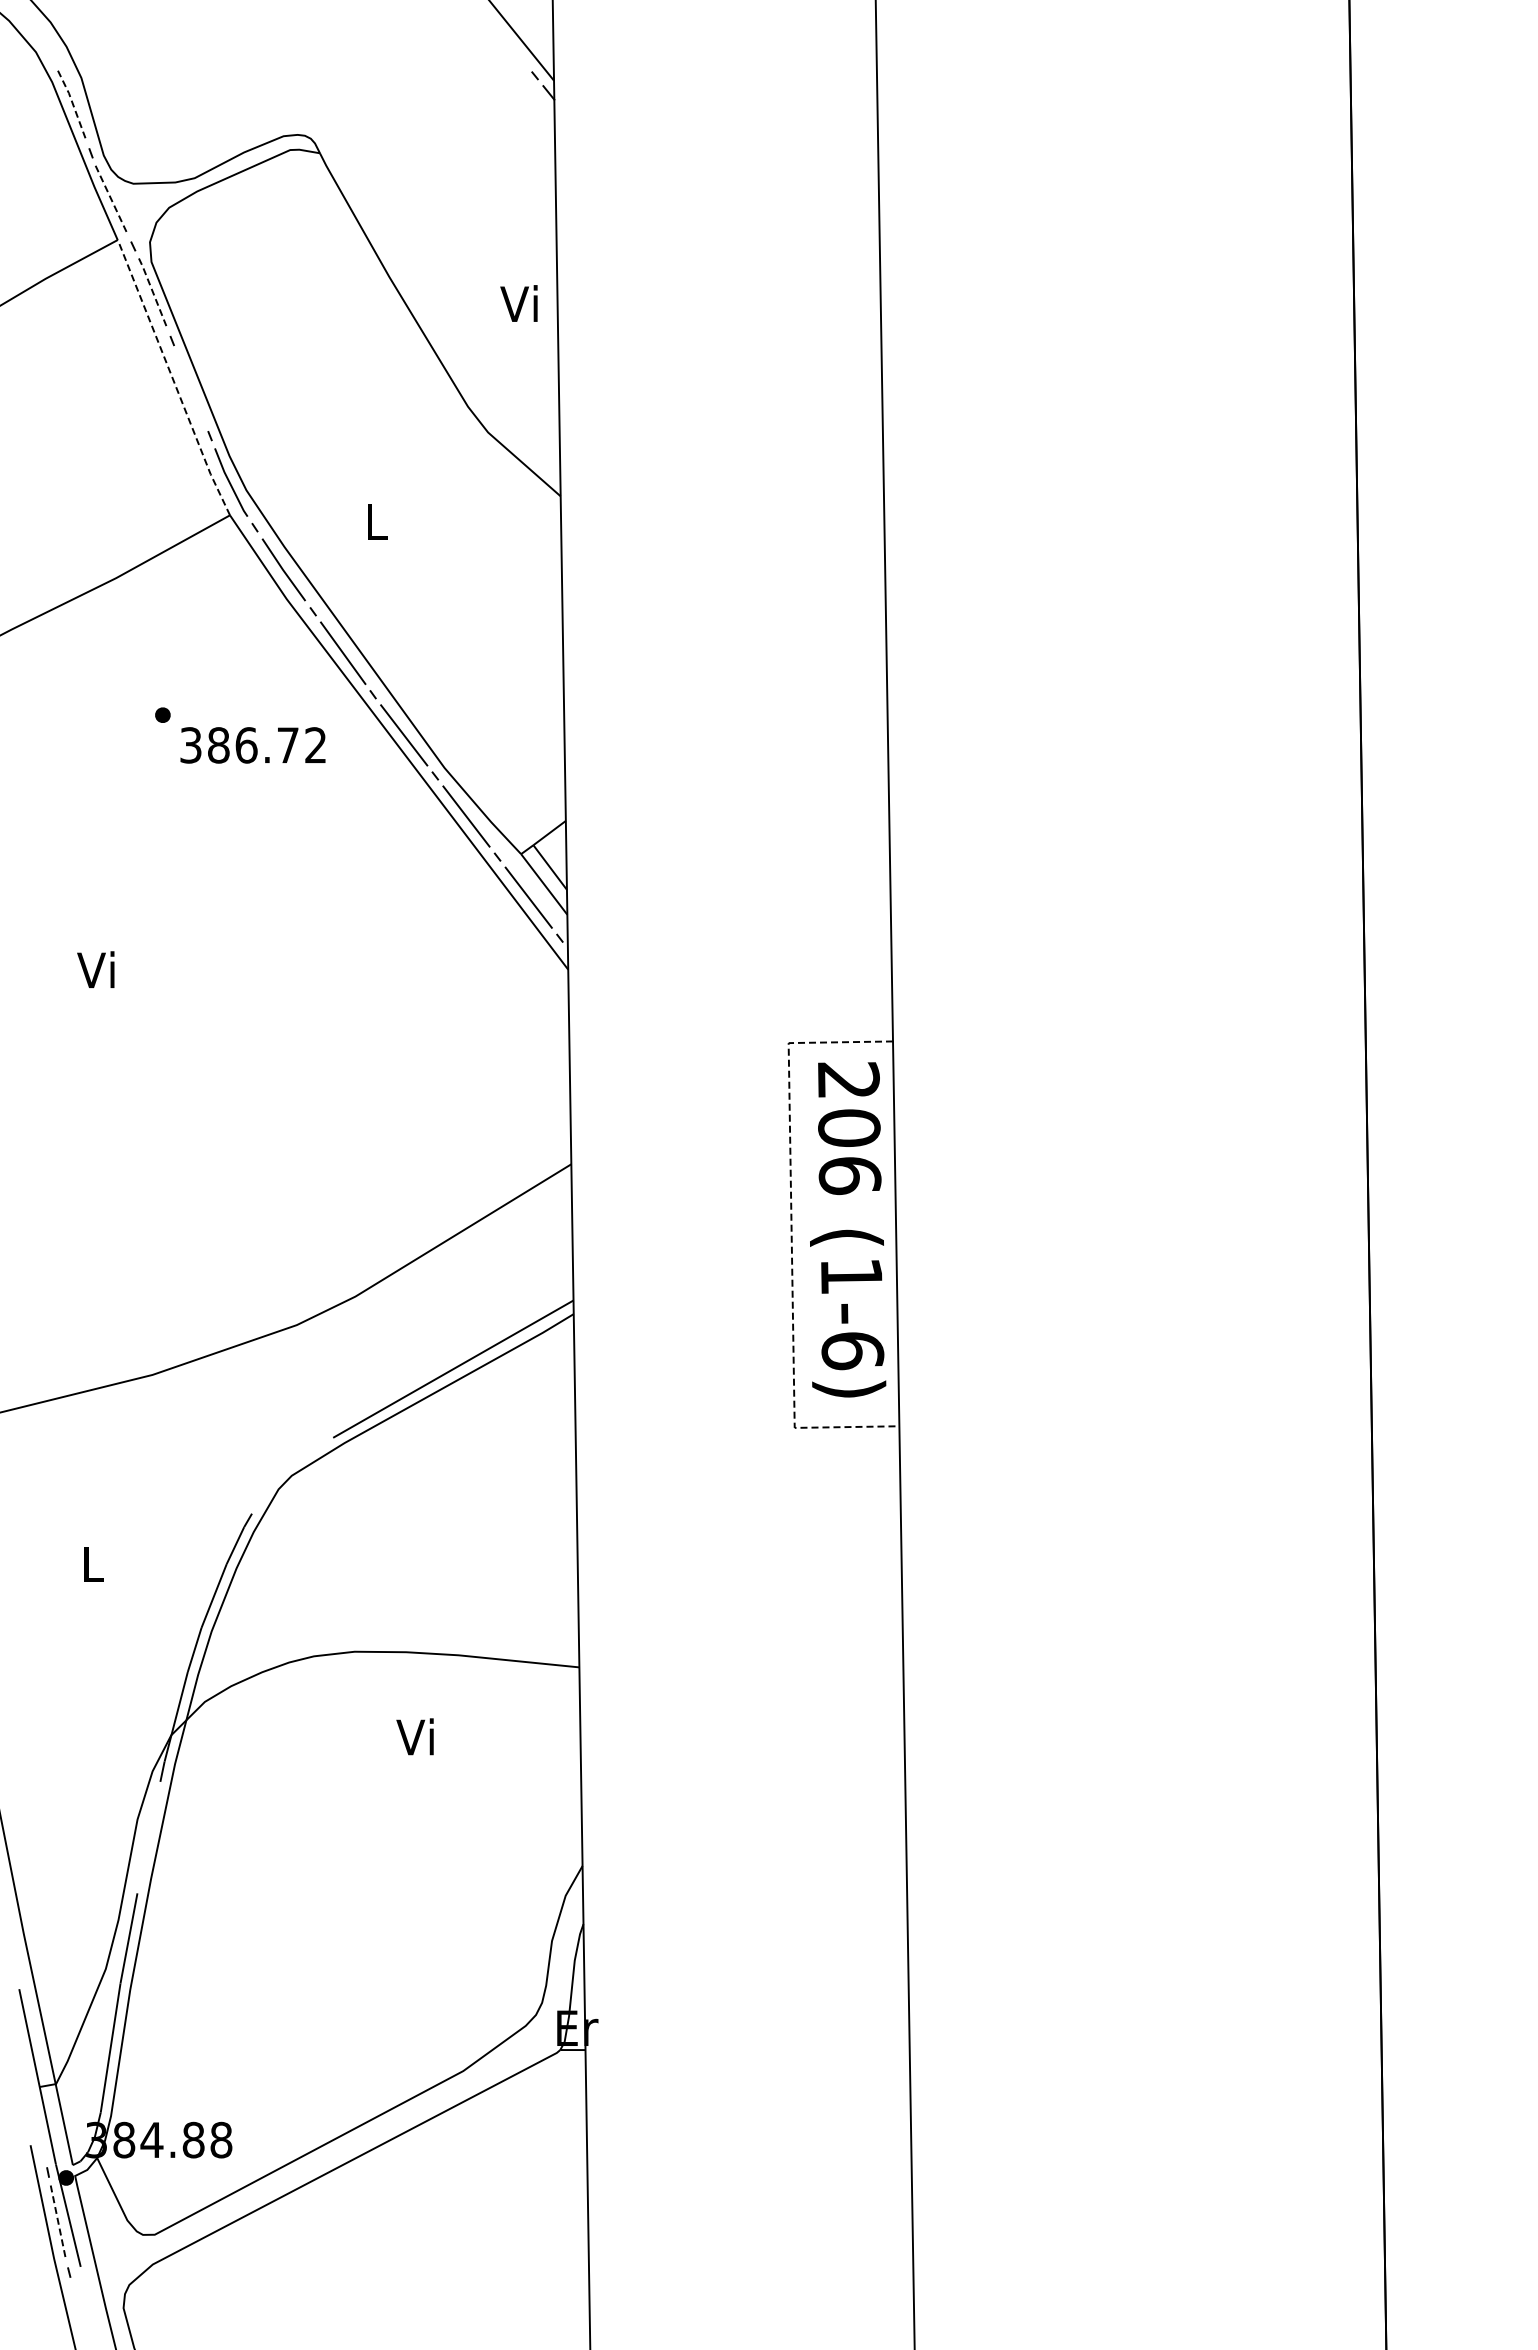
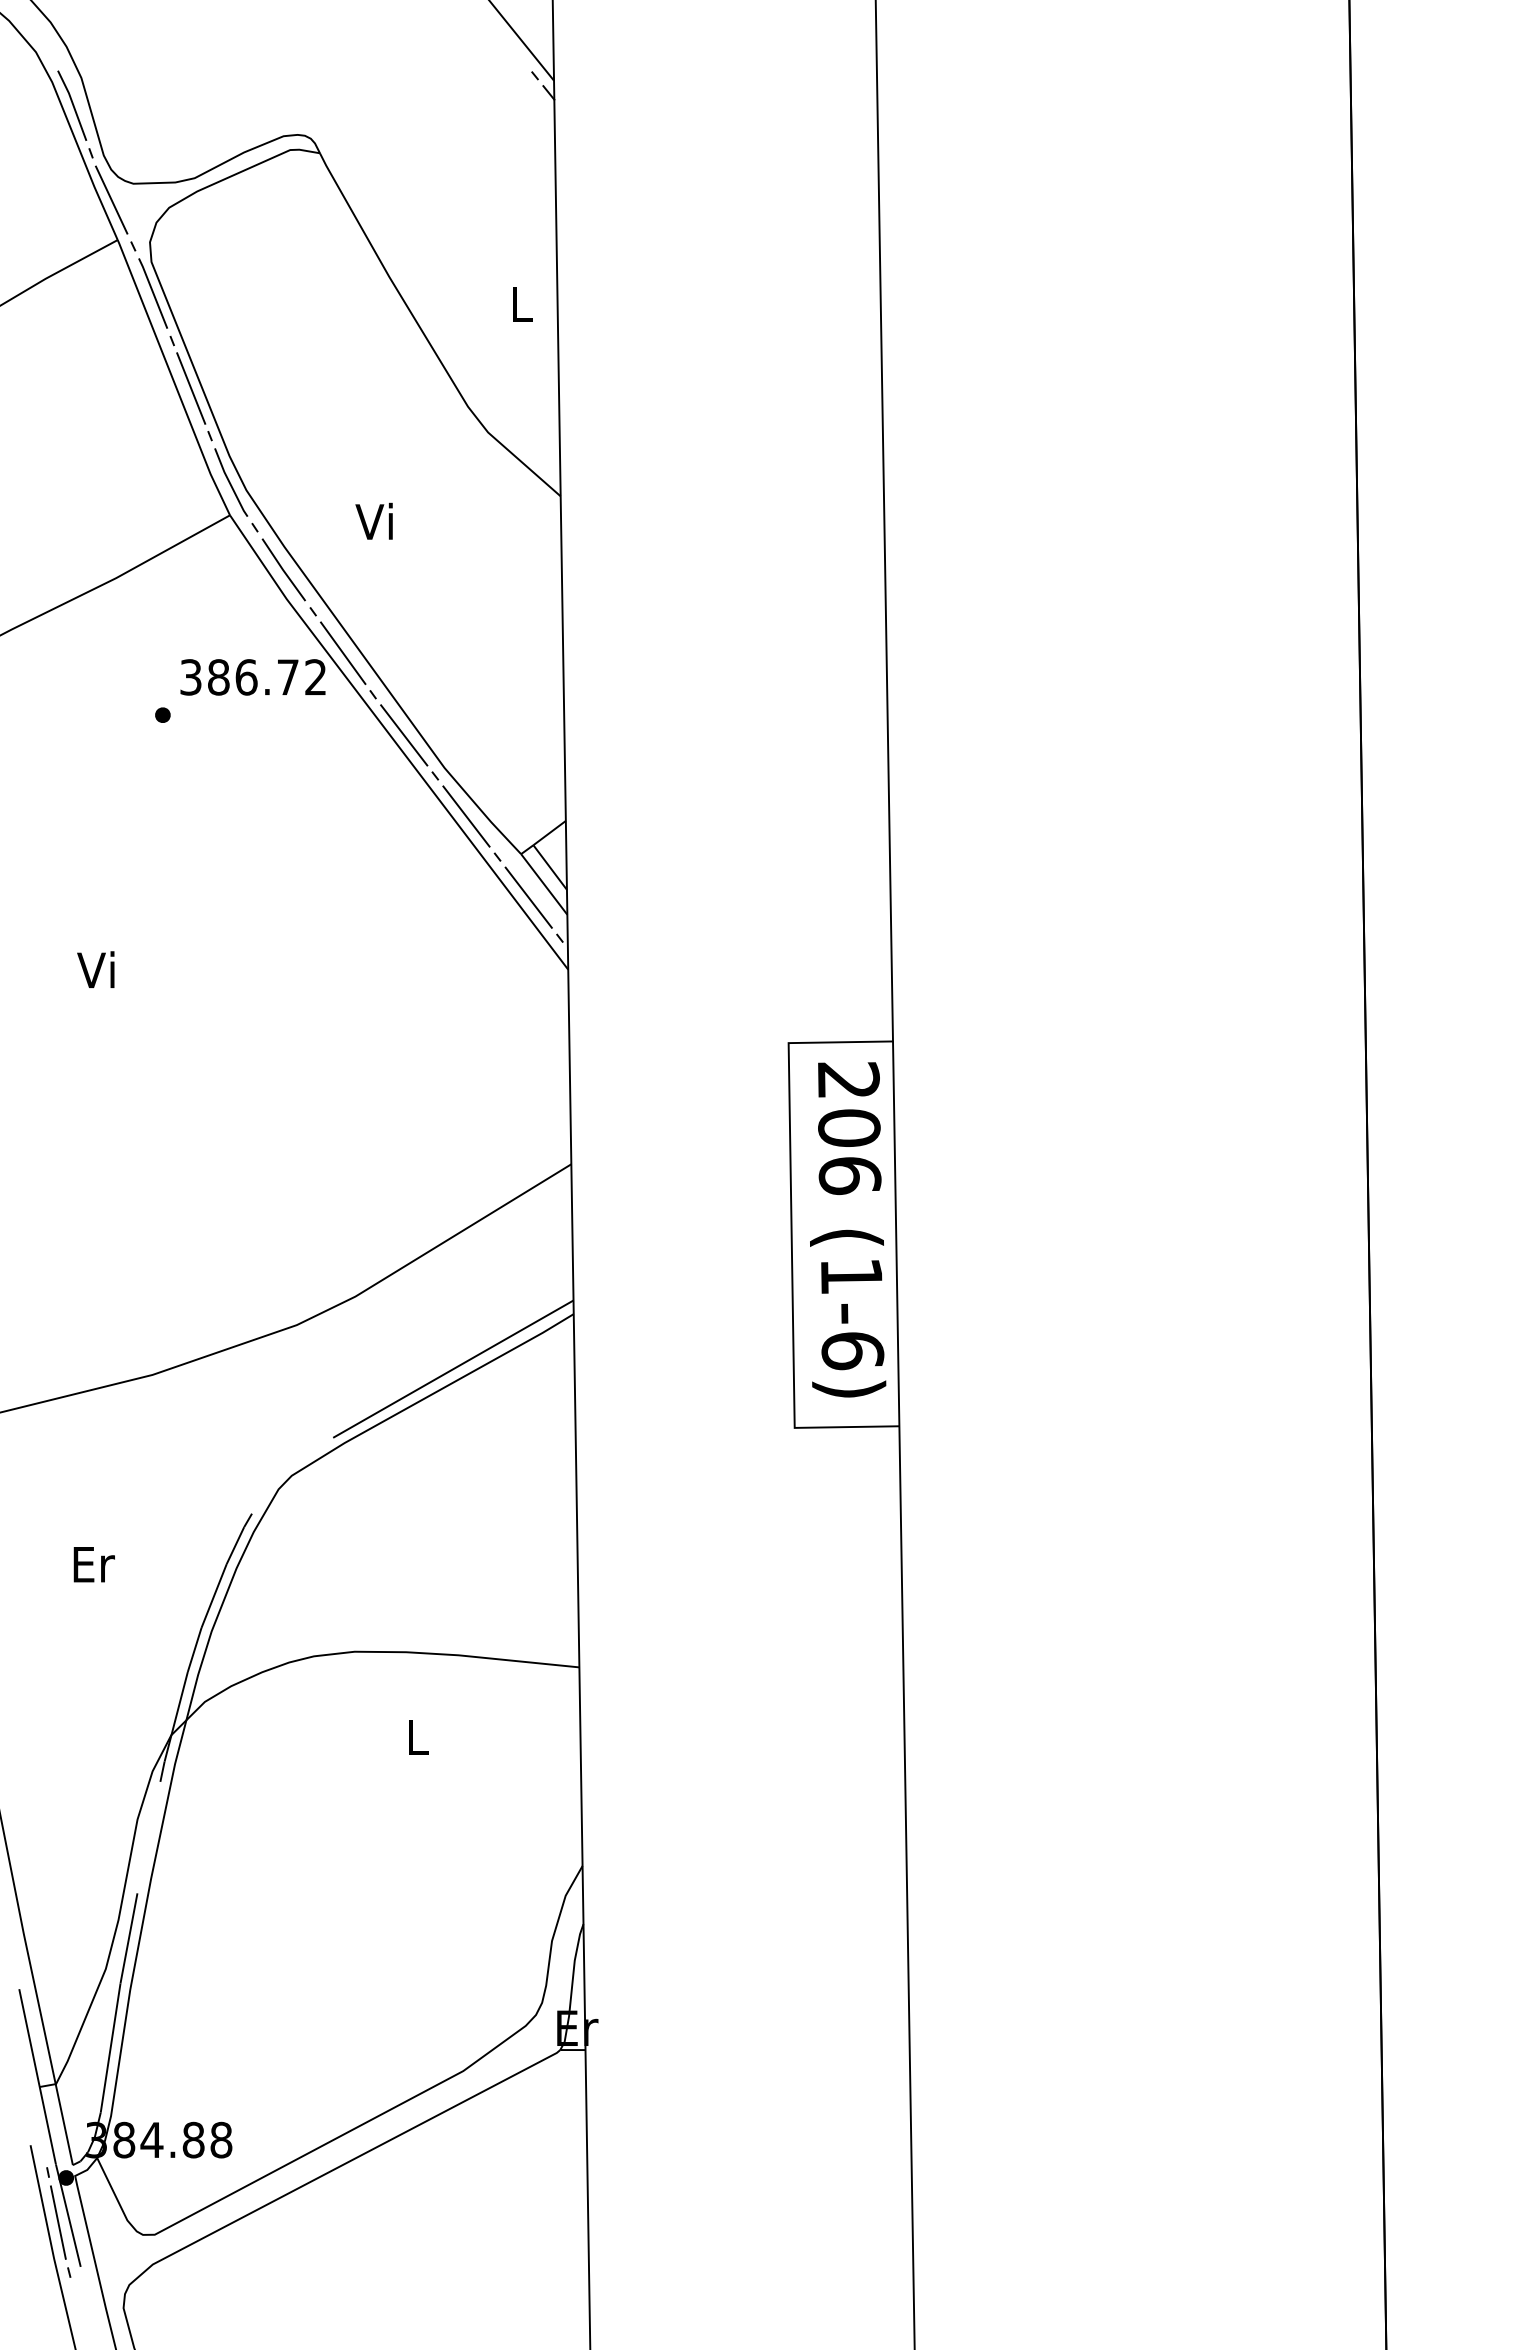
line at (73, 104): dashed -> solid
line at (111, 199): dashed -> solid
line at (153, 292): dashed -> solid
text at (518, 303): Vi -> L
line at (172, 377): dashed -> solid
line at (191, 388): none -> present
text at (373, 520): L -> Vi
text at (252, 745) position: (252, 745) -> (252, 677)
line at (791, 1236): dashed -> solid
text at (93, 1564): L -> Er
text at (414, 1736): Vi -> L
line at (58, 2223): dashed -> solid
